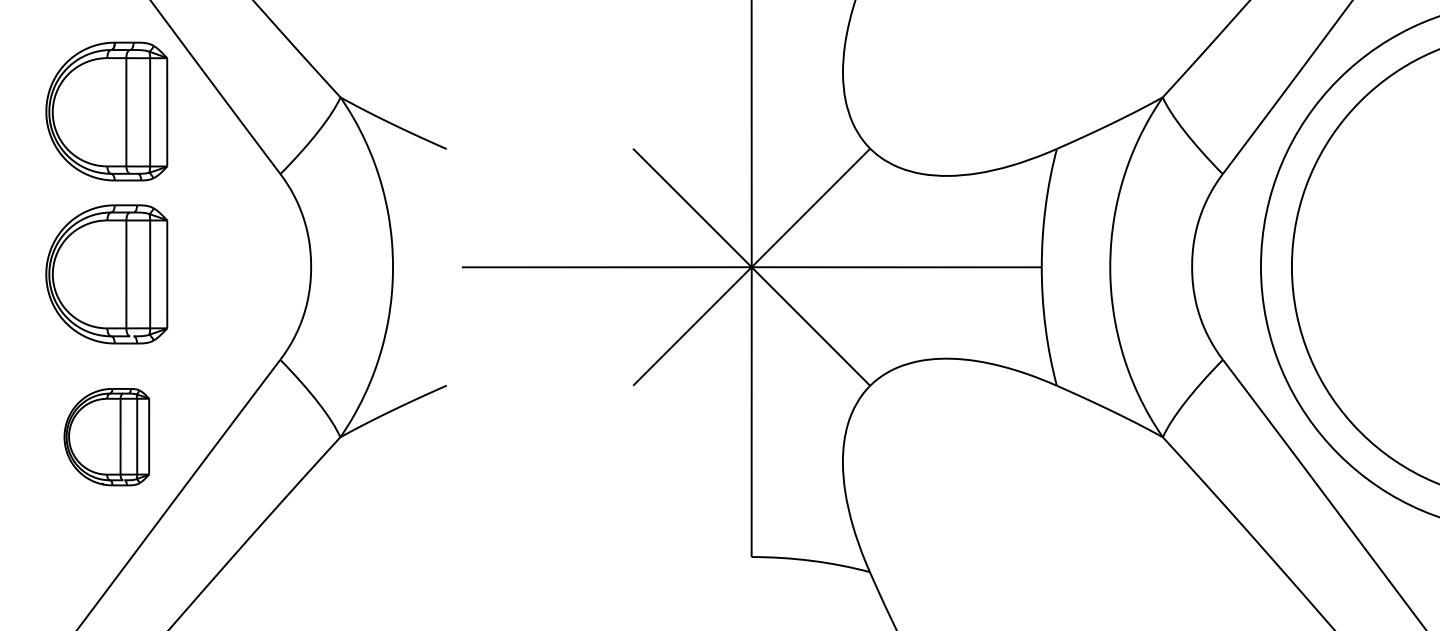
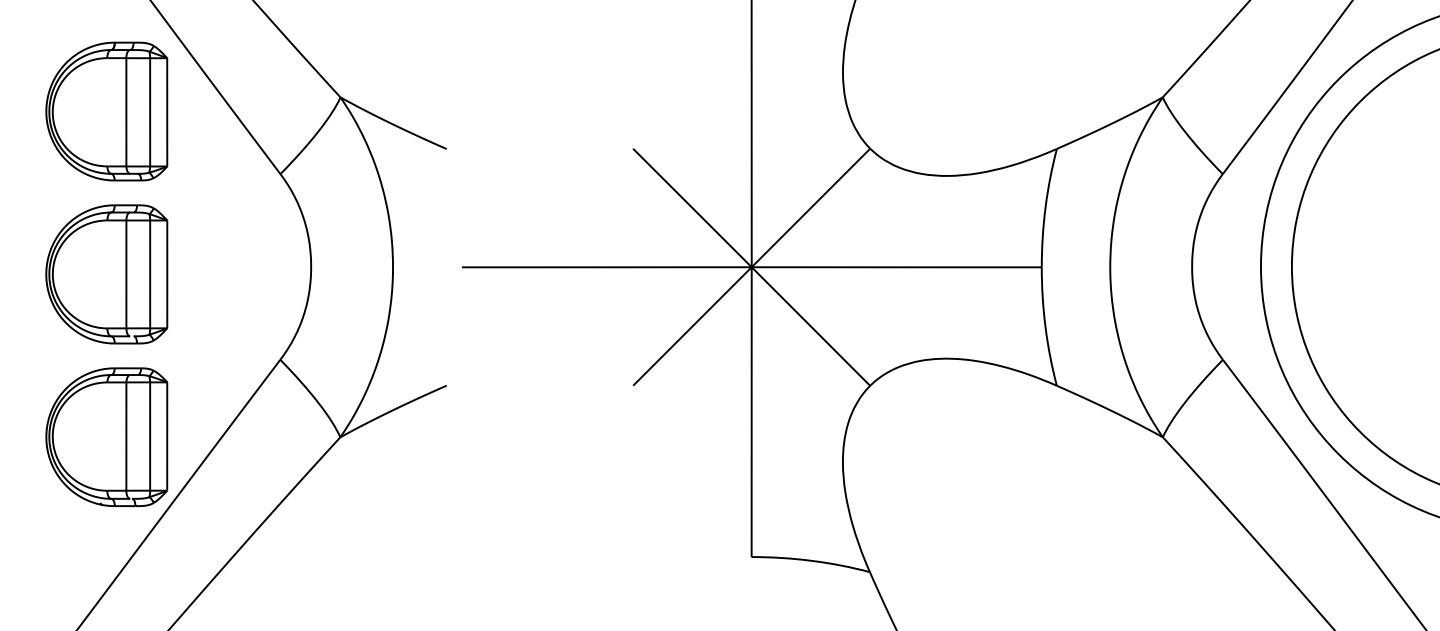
part at (106, 437) size: 88x99 px -> 124x140 px
